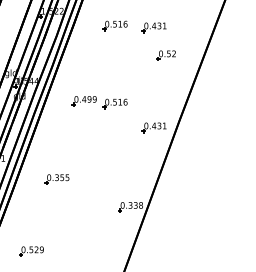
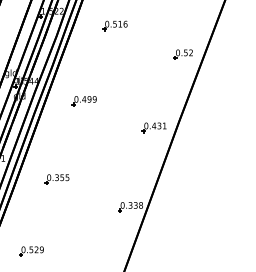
part at (153, 27): present -> none
part at (165, 55) position: (165, 55) -> (182, 54)
part at (114, 103): present -> none
